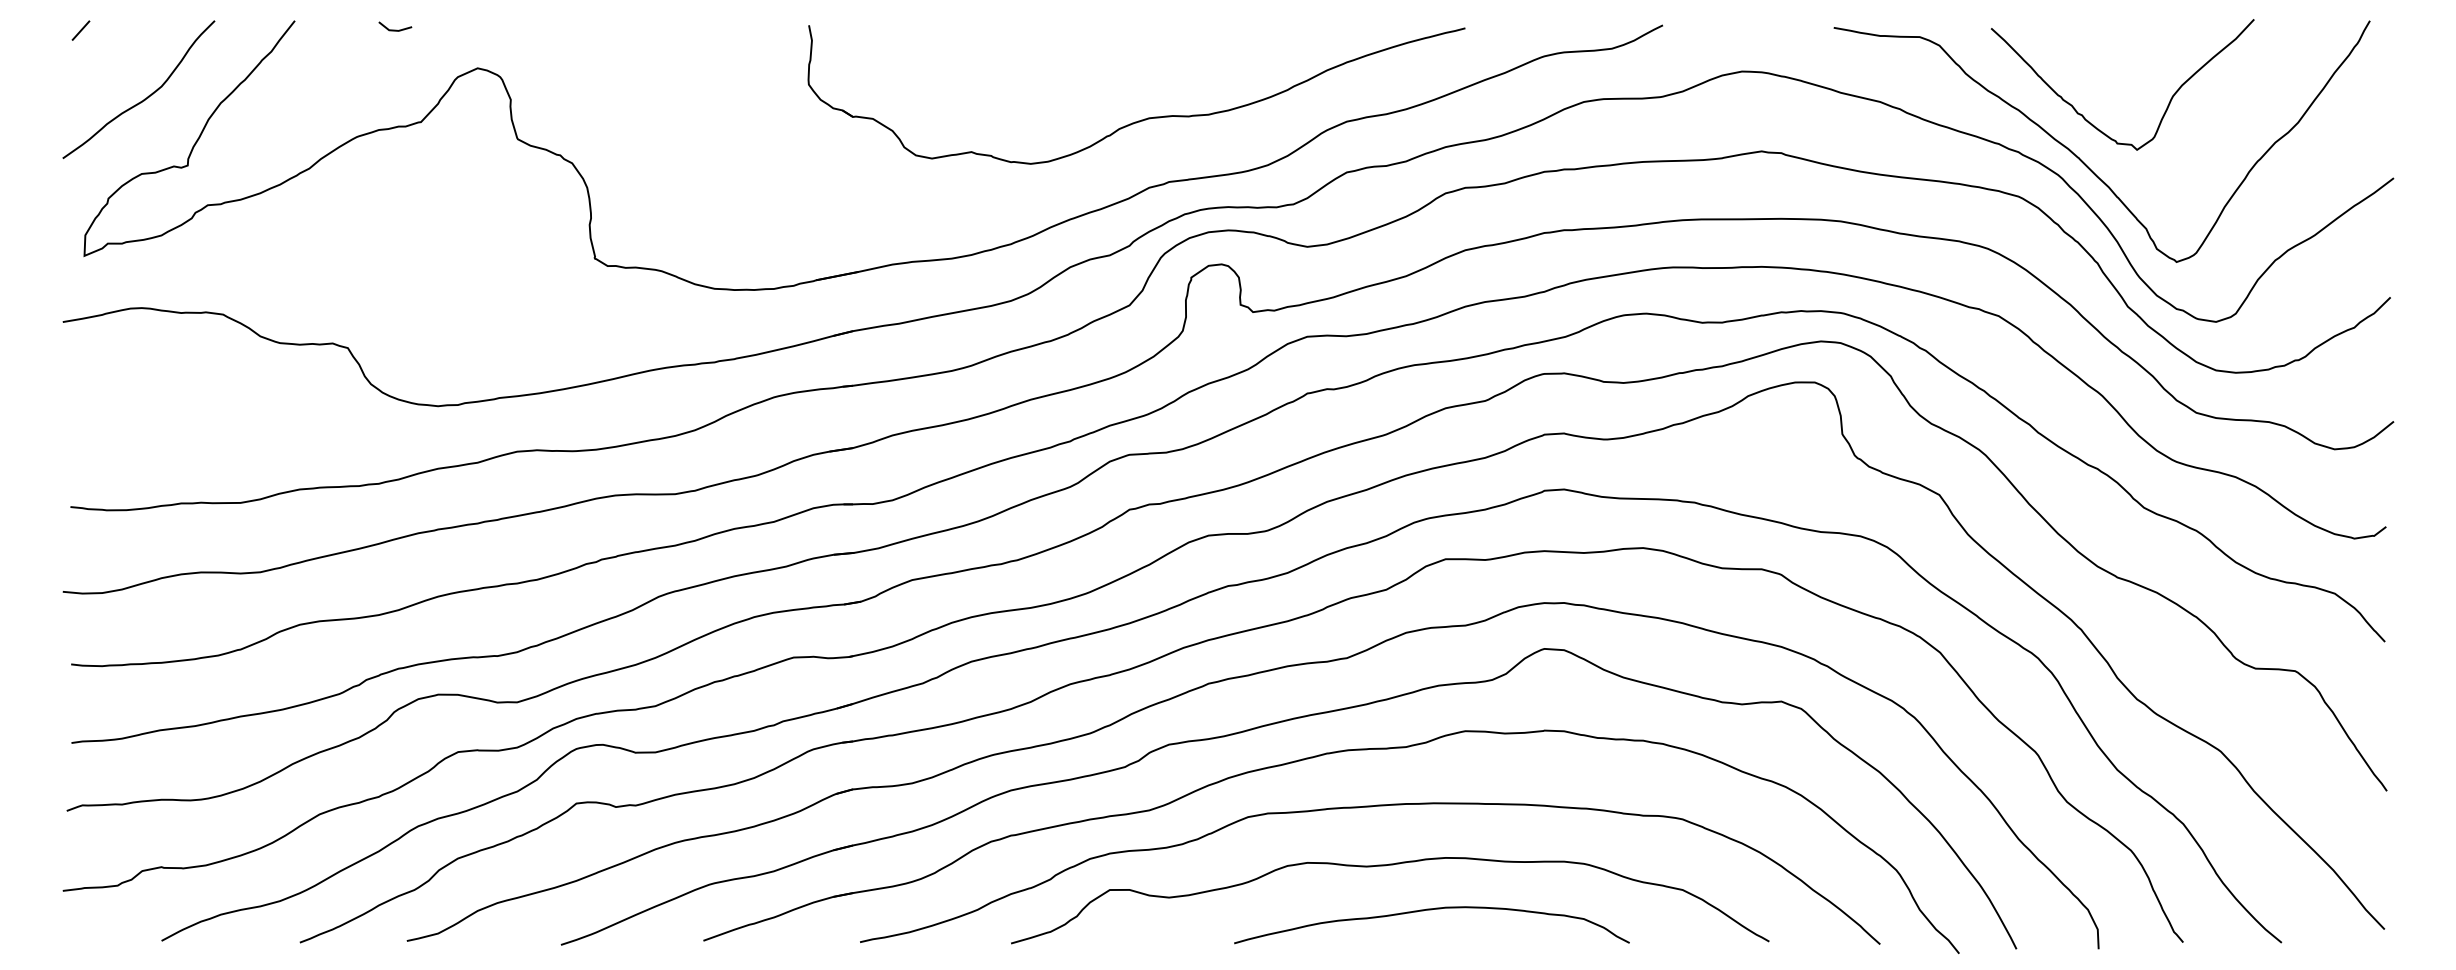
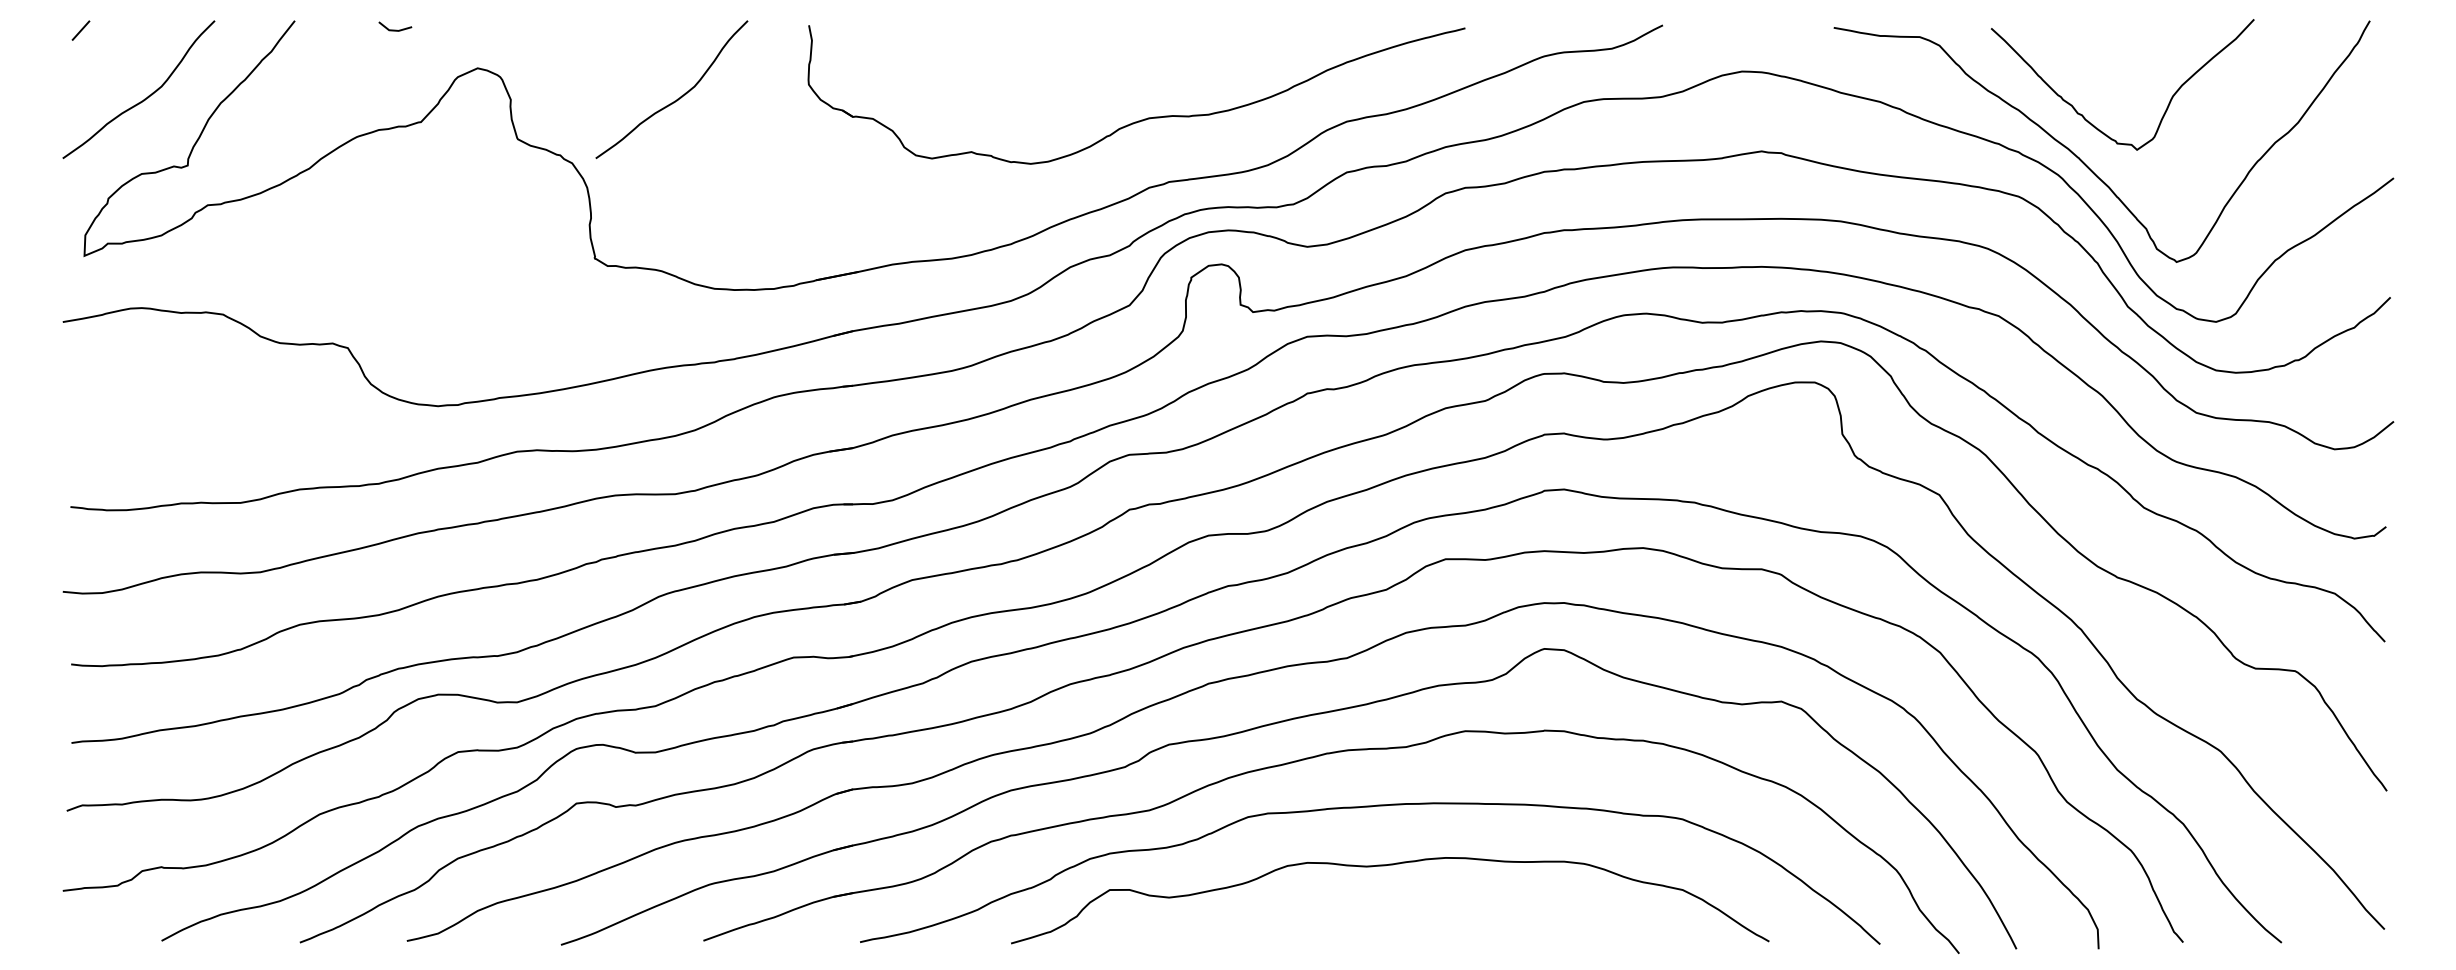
curve at (677, 98): none -> present
curve at (1431, 910): present -> none
